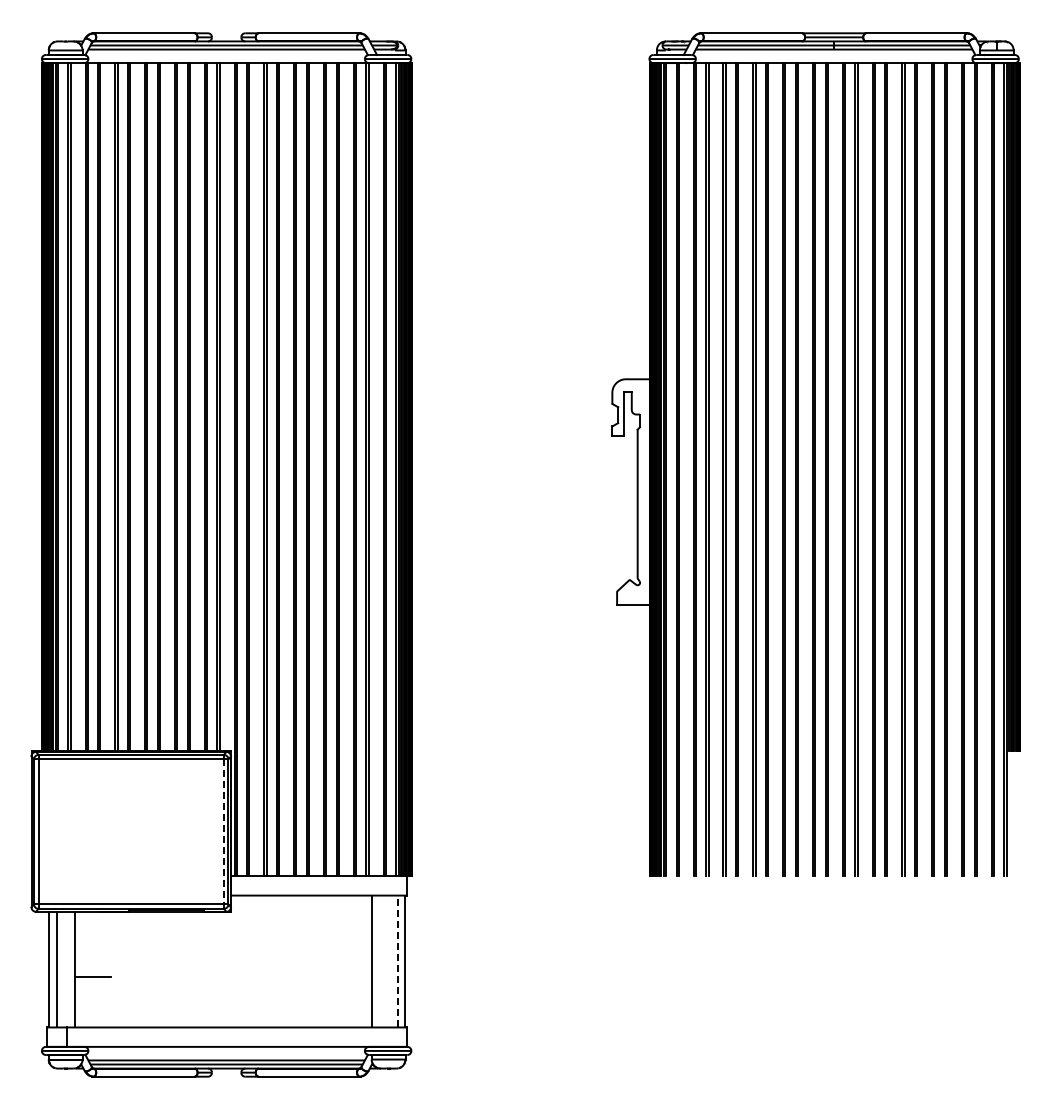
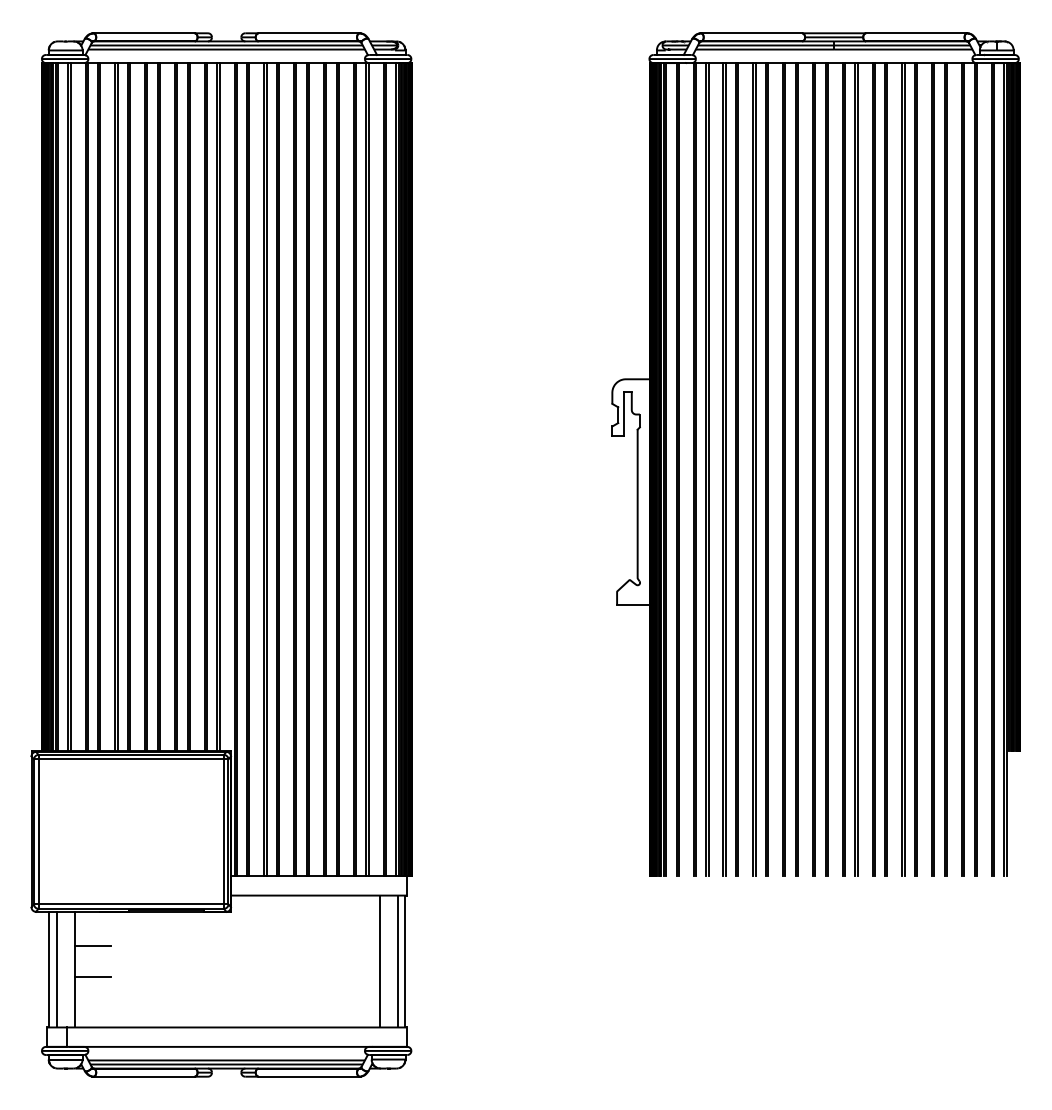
line at (223, 832): dashed -> solid
line at (92, 945): none -> present
line at (371, 961) position: (371, 961) -> (379, 961)
line at (397, 961): dashed -> solid
